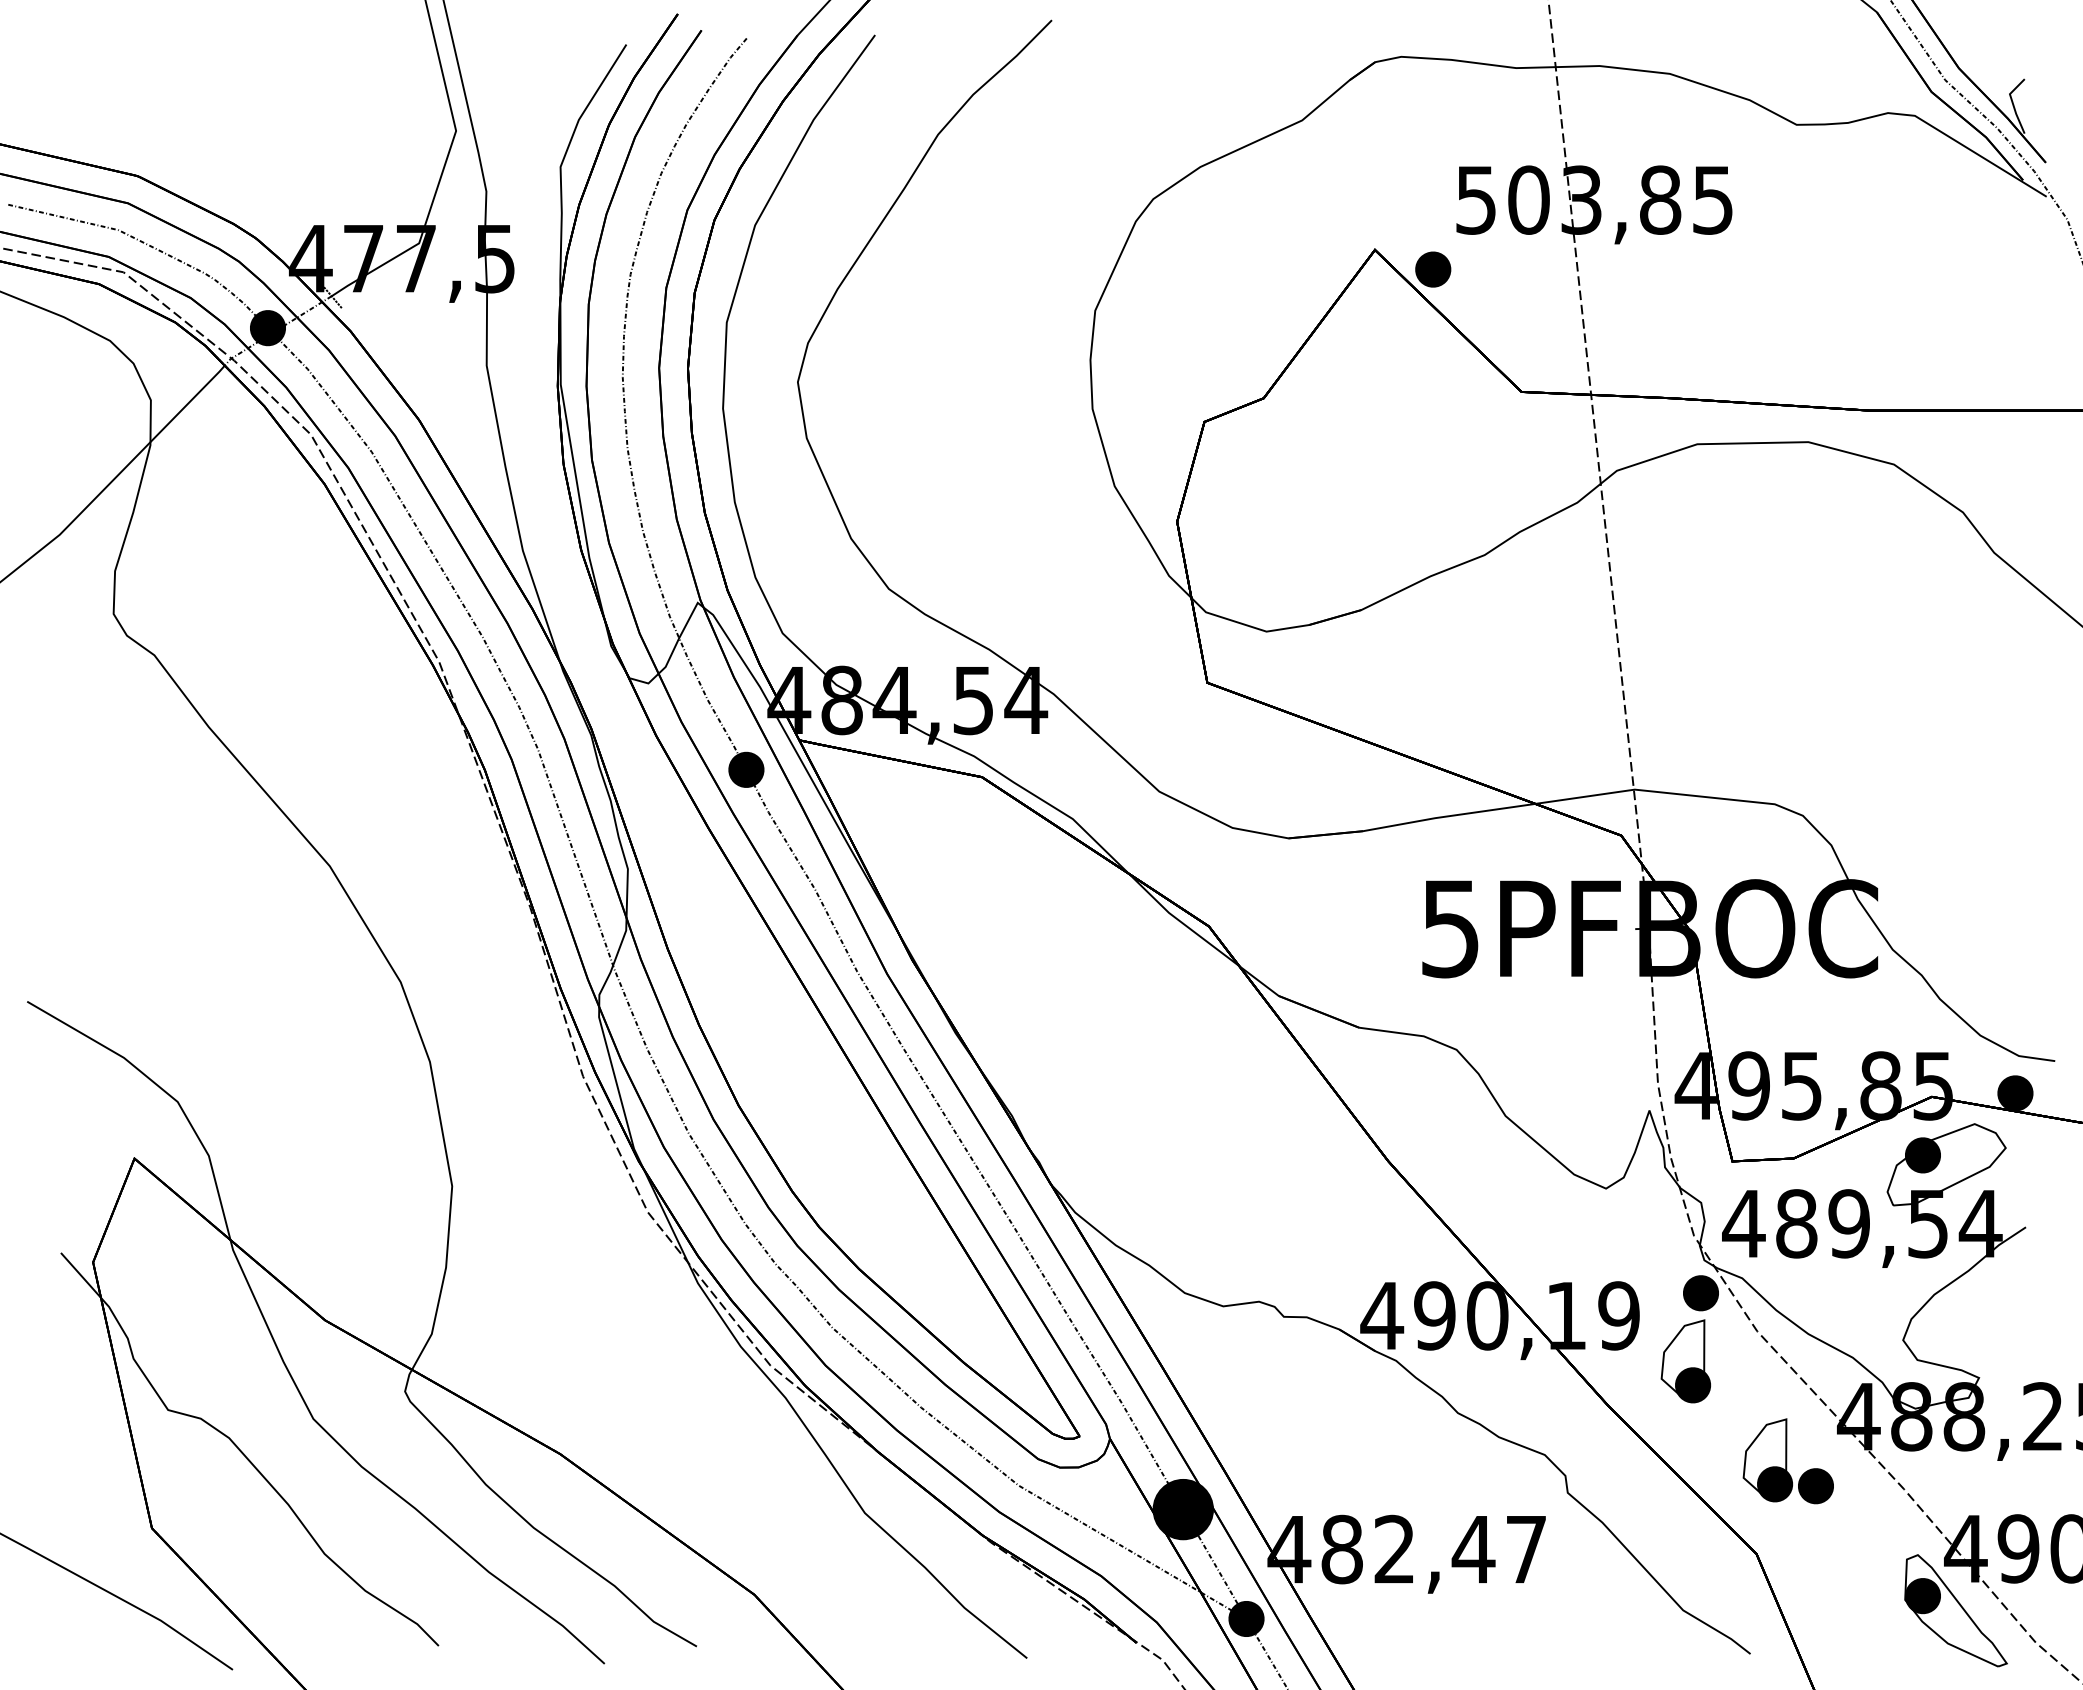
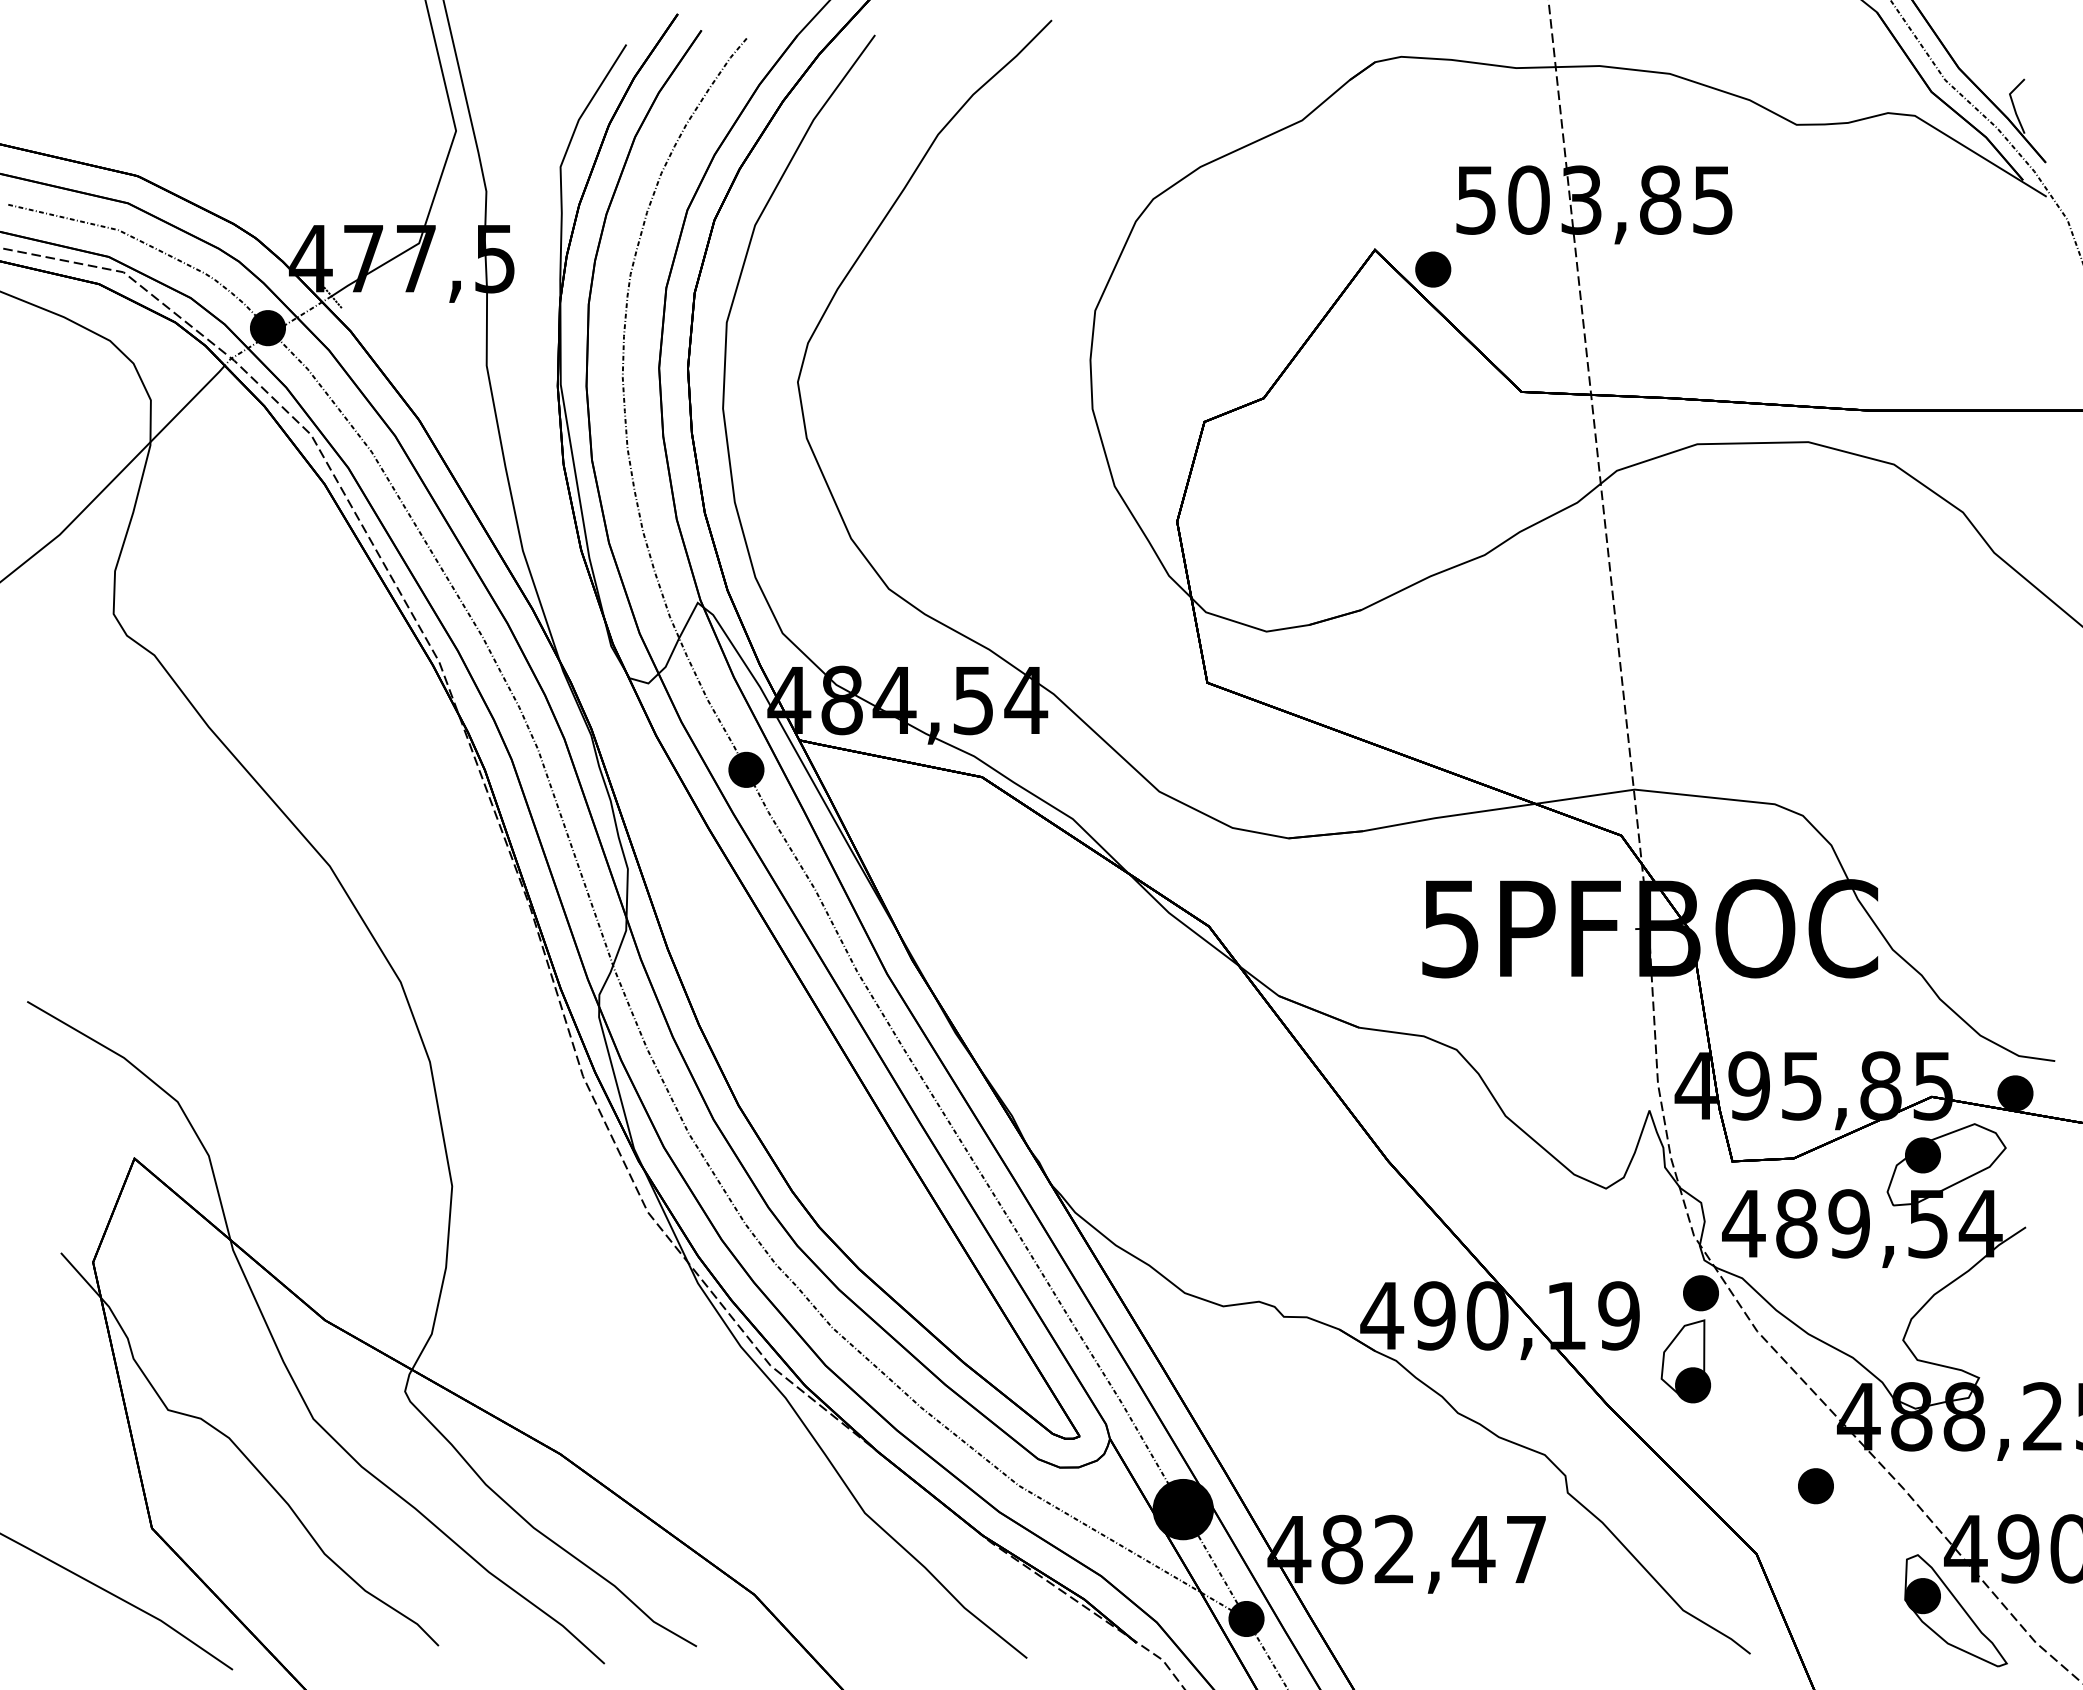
part at (1767, 1460): present -> none
